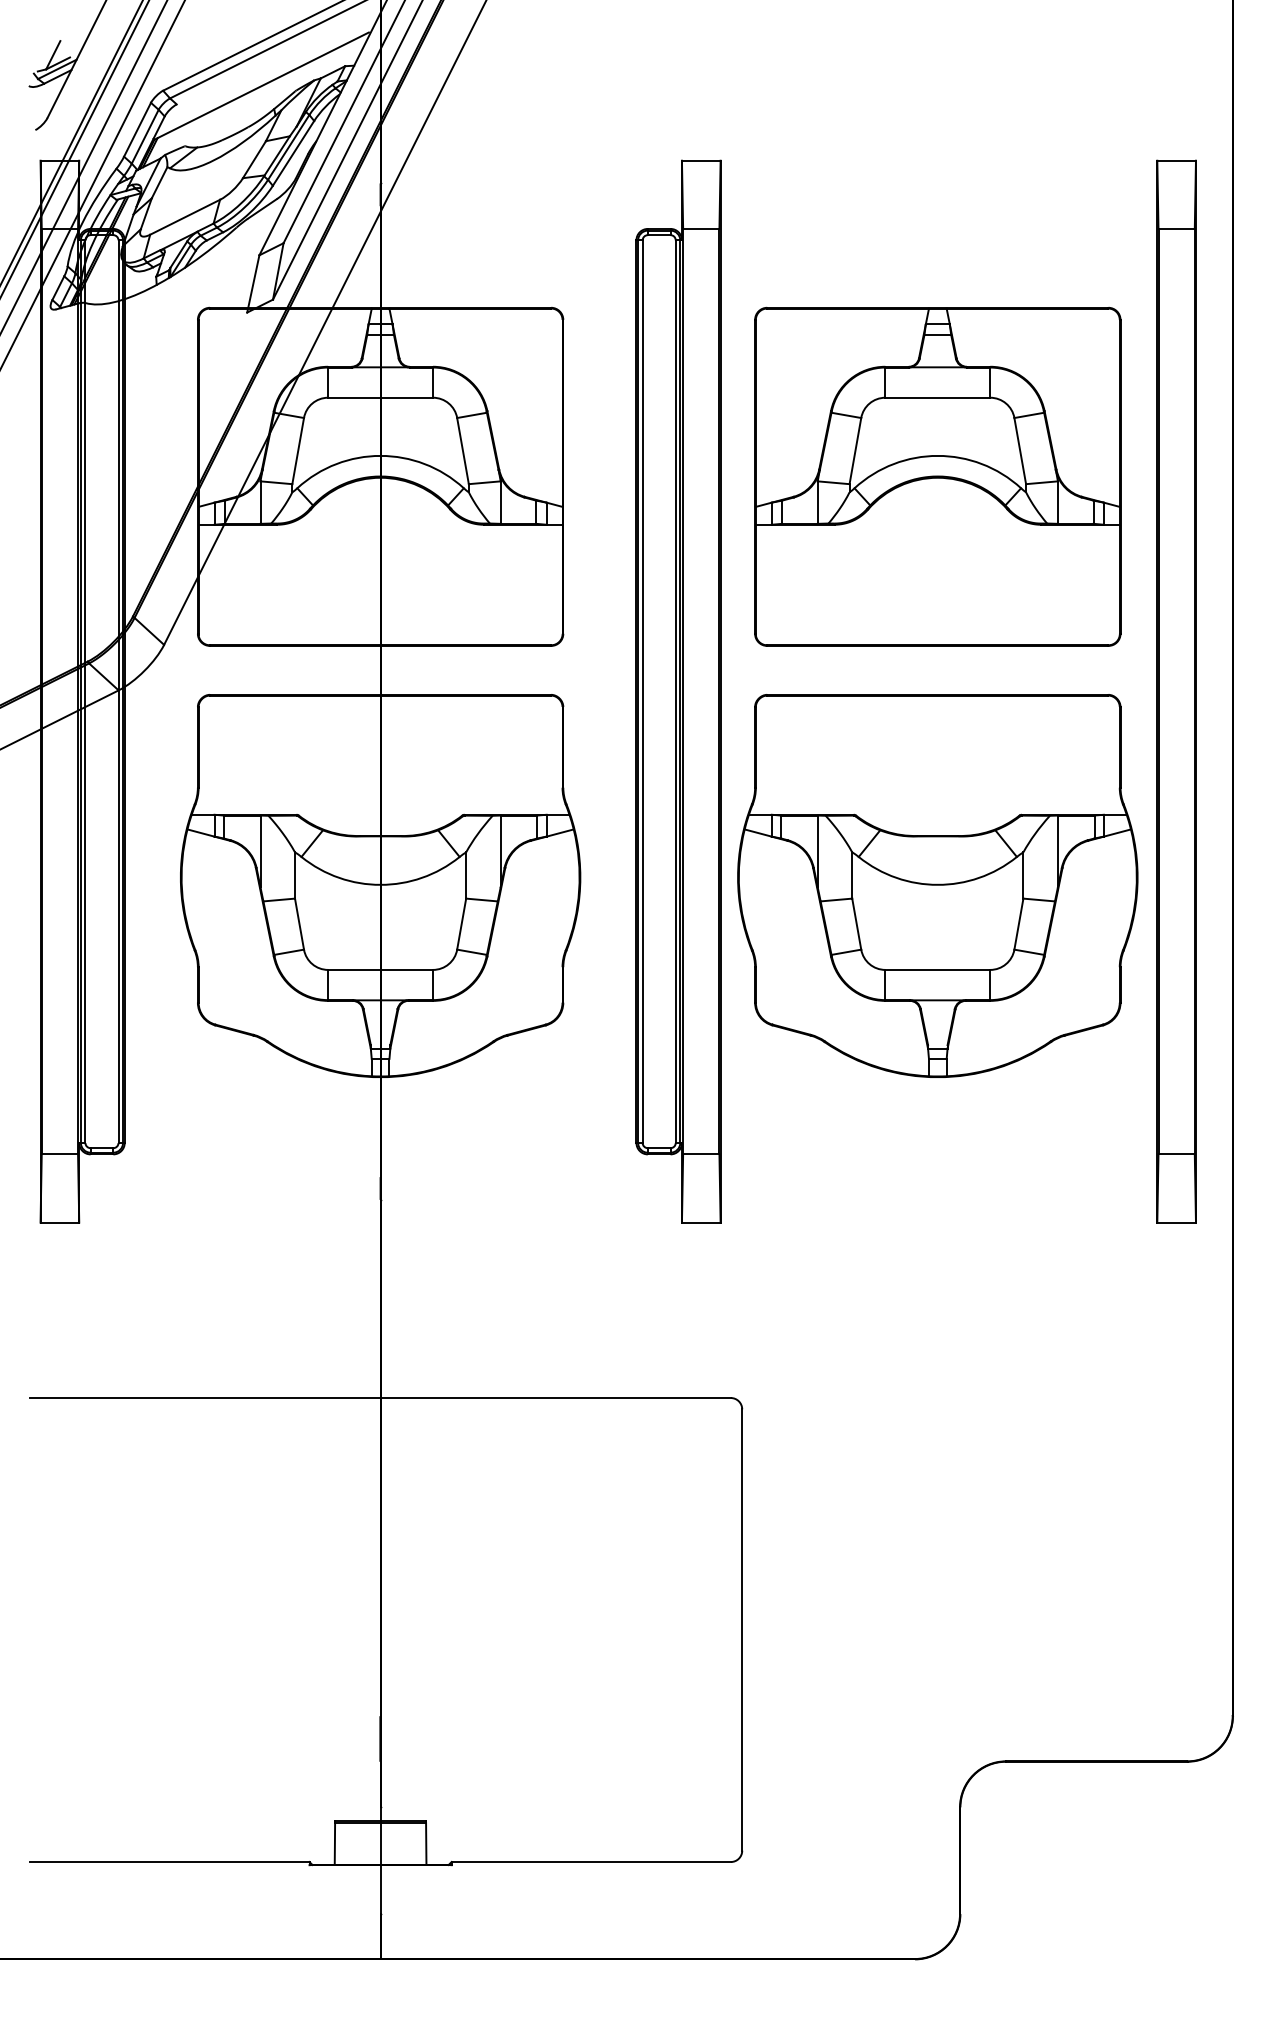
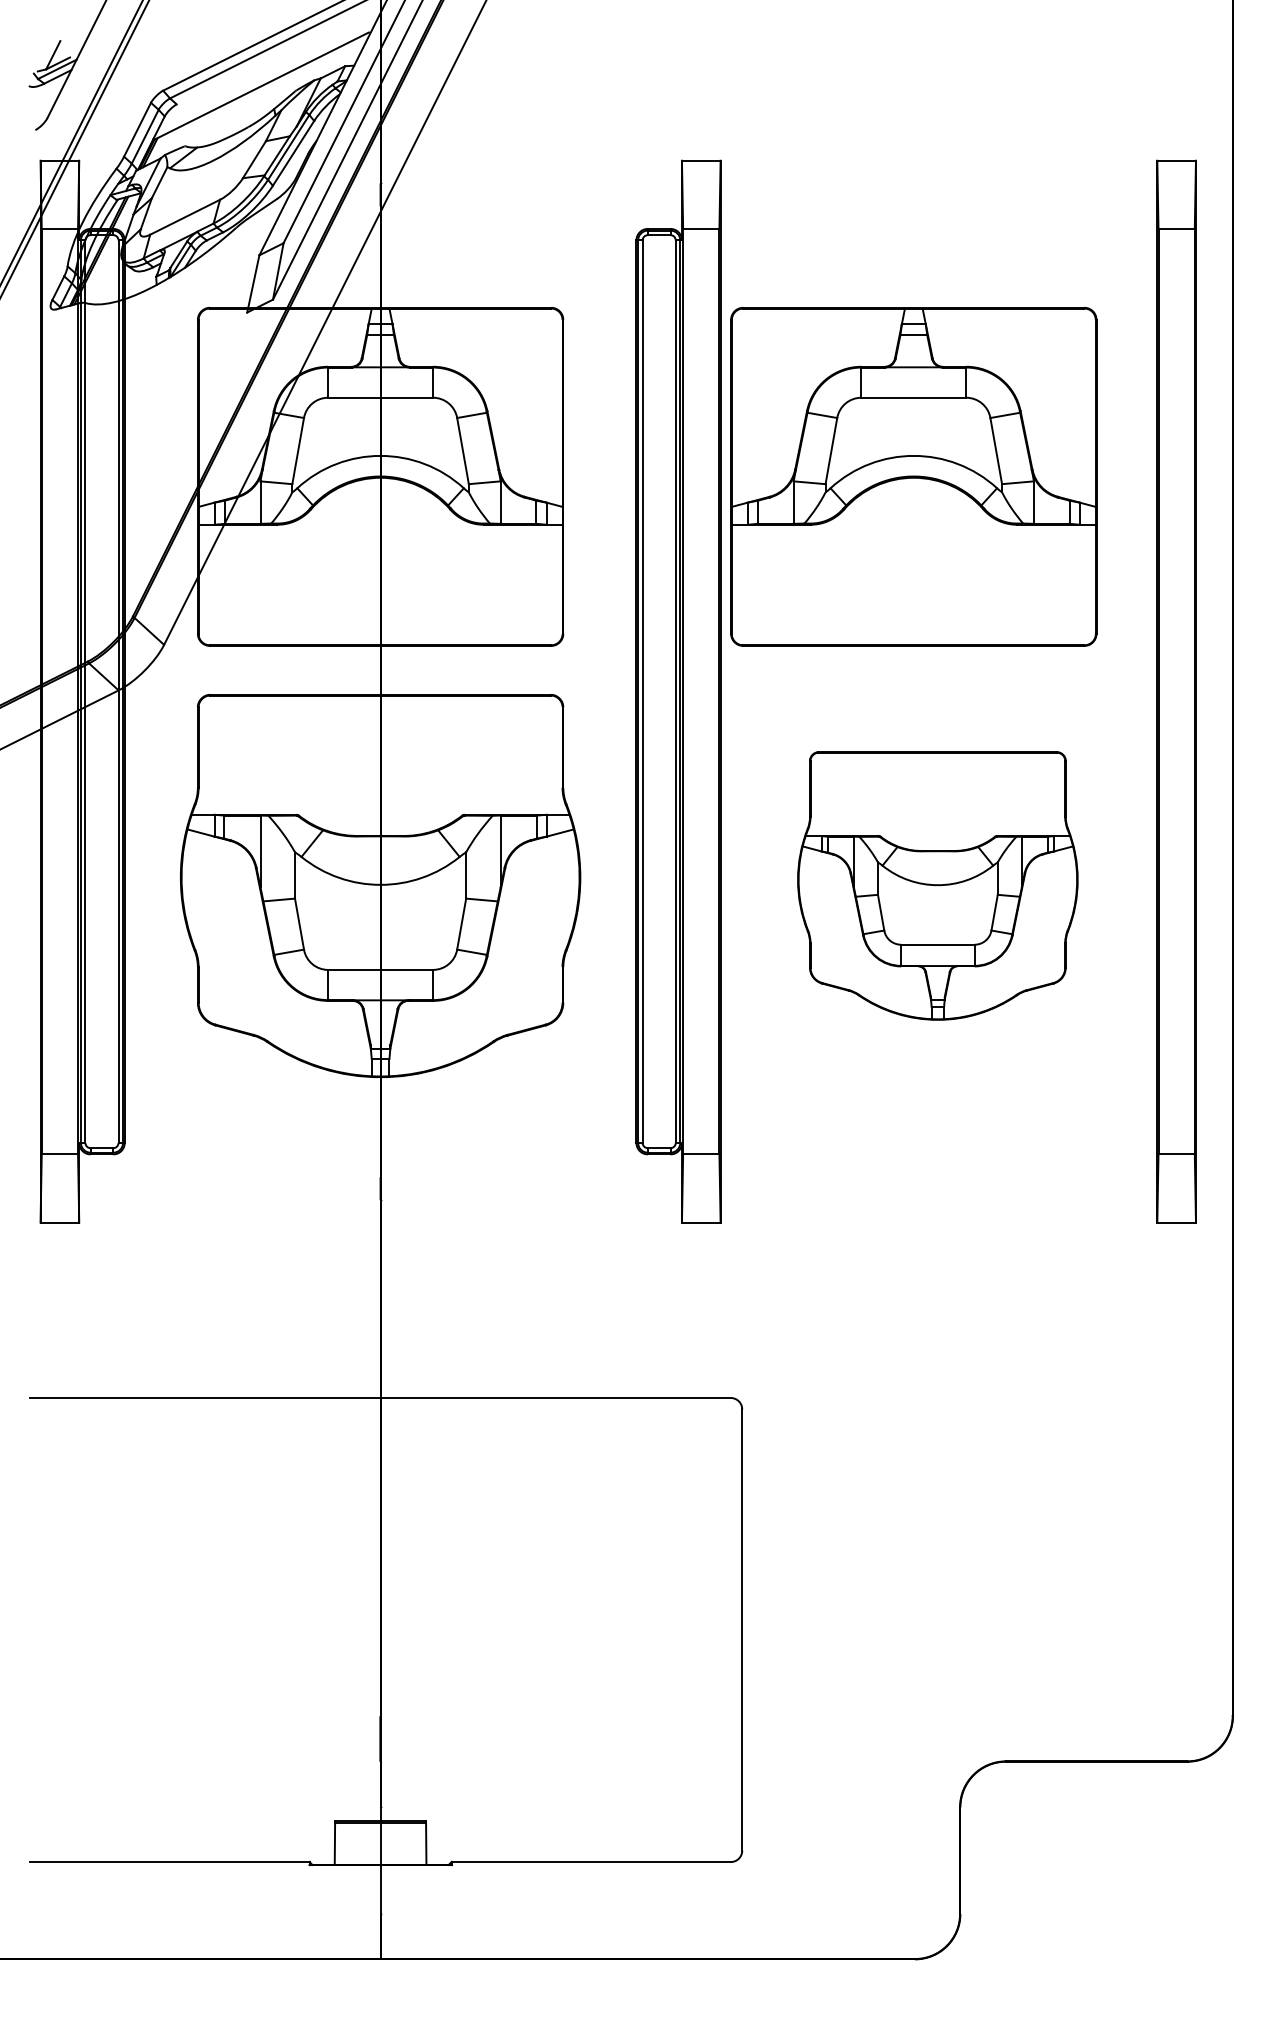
line at (84, 166): present -> none
line at (92, 183): present -> none
part at (937, 476) position: (937, 476) -> (913, 476)
part at (937, 885) size: 402x384 px -> 282x270 px
